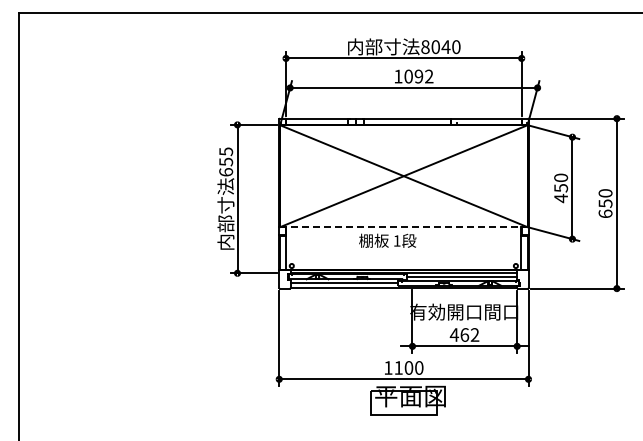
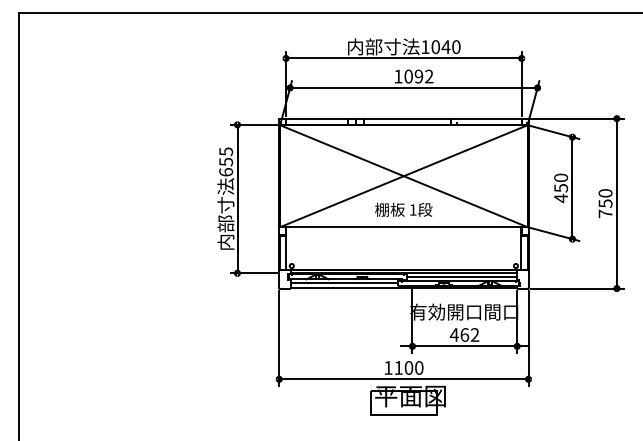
text at (425, 47): 8040 -> 1040
text at (605, 213): 650 -> 750
line at (403, 227): dashed -> solid
text at (387, 240) position: (387, 240) -> (403, 209)
